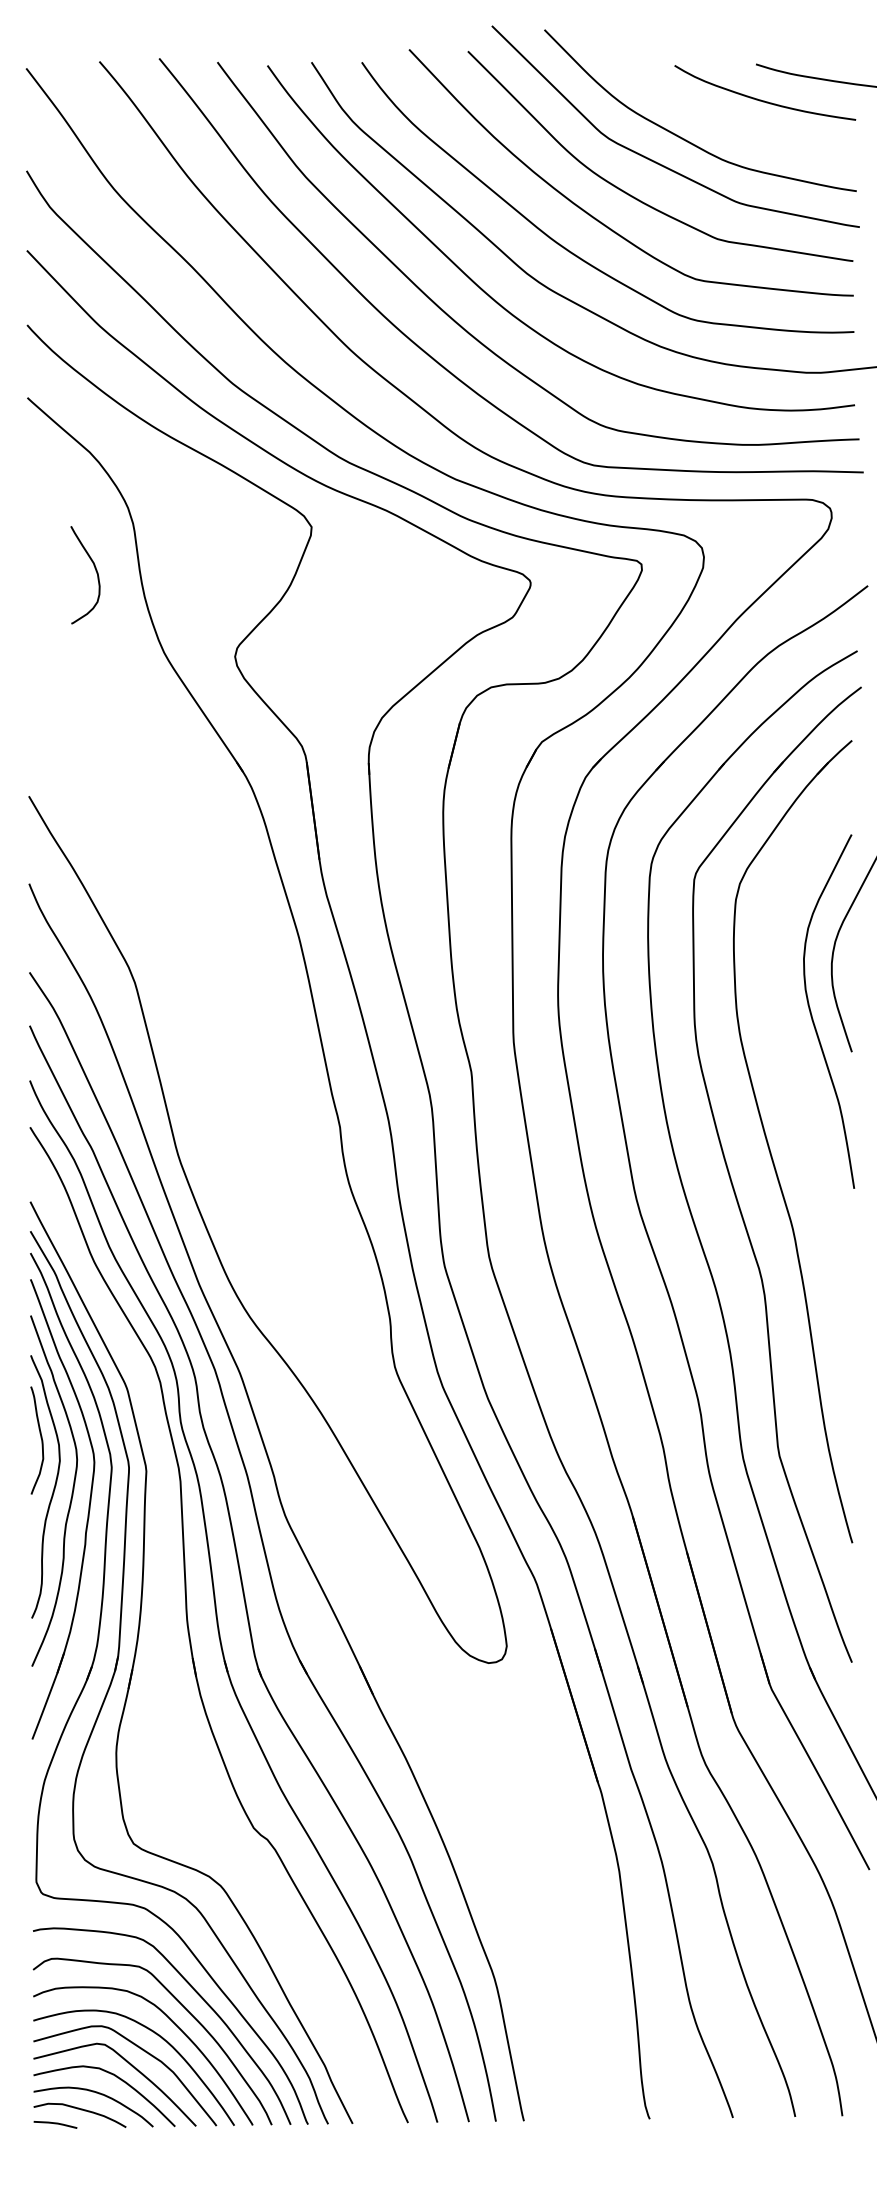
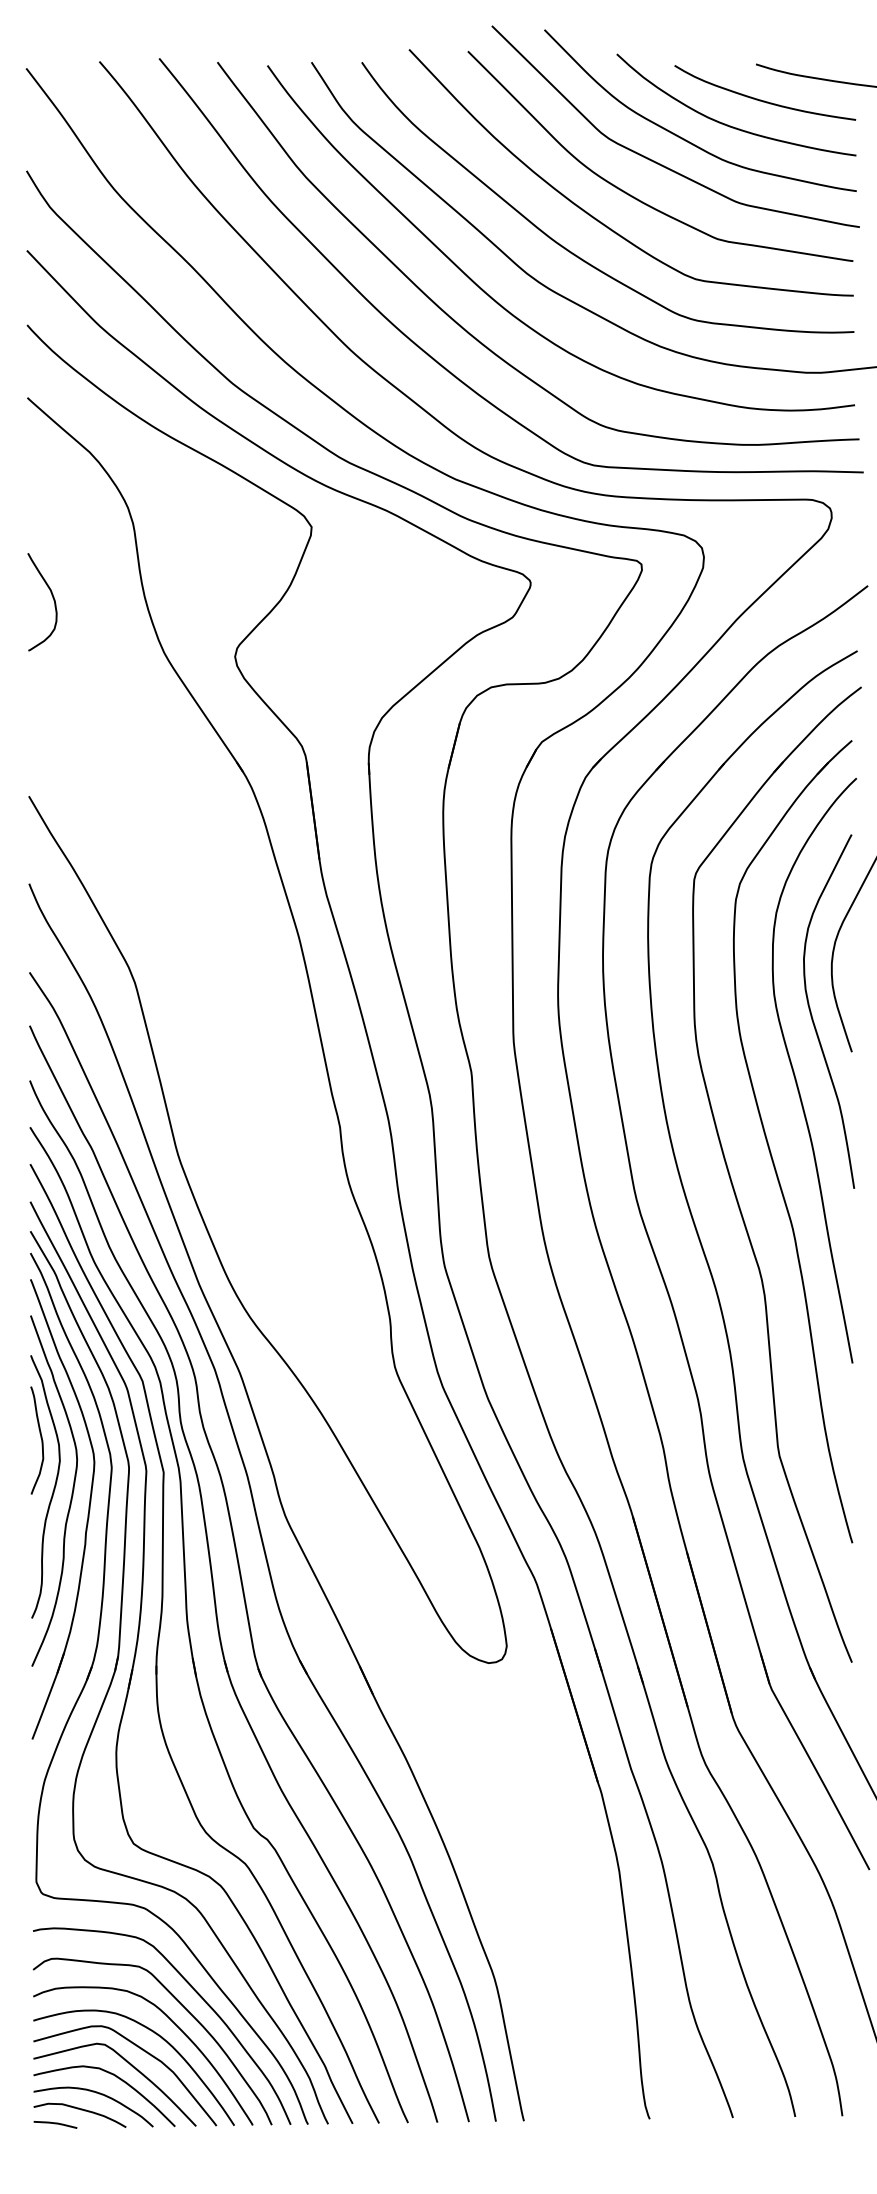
curve at (728, 124): none -> present
curve at (95, 571) position: (95, 571) -> (52, 598)
curve at (795, 1074): none -> present
part at (159, 1641): none -> present
